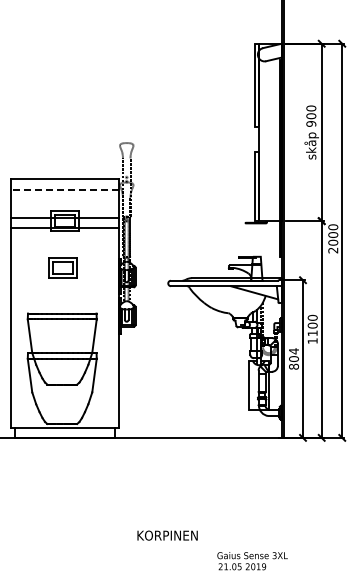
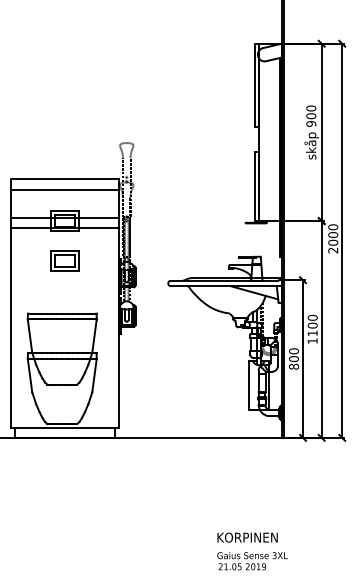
line at (64, 190): dashed -> solid
part at (62, 267) position: (62, 267) -> (64, 260)
text at (294, 351): 804 -> 800
text at (167, 535) position: (167, 535) -> (247, 537)
